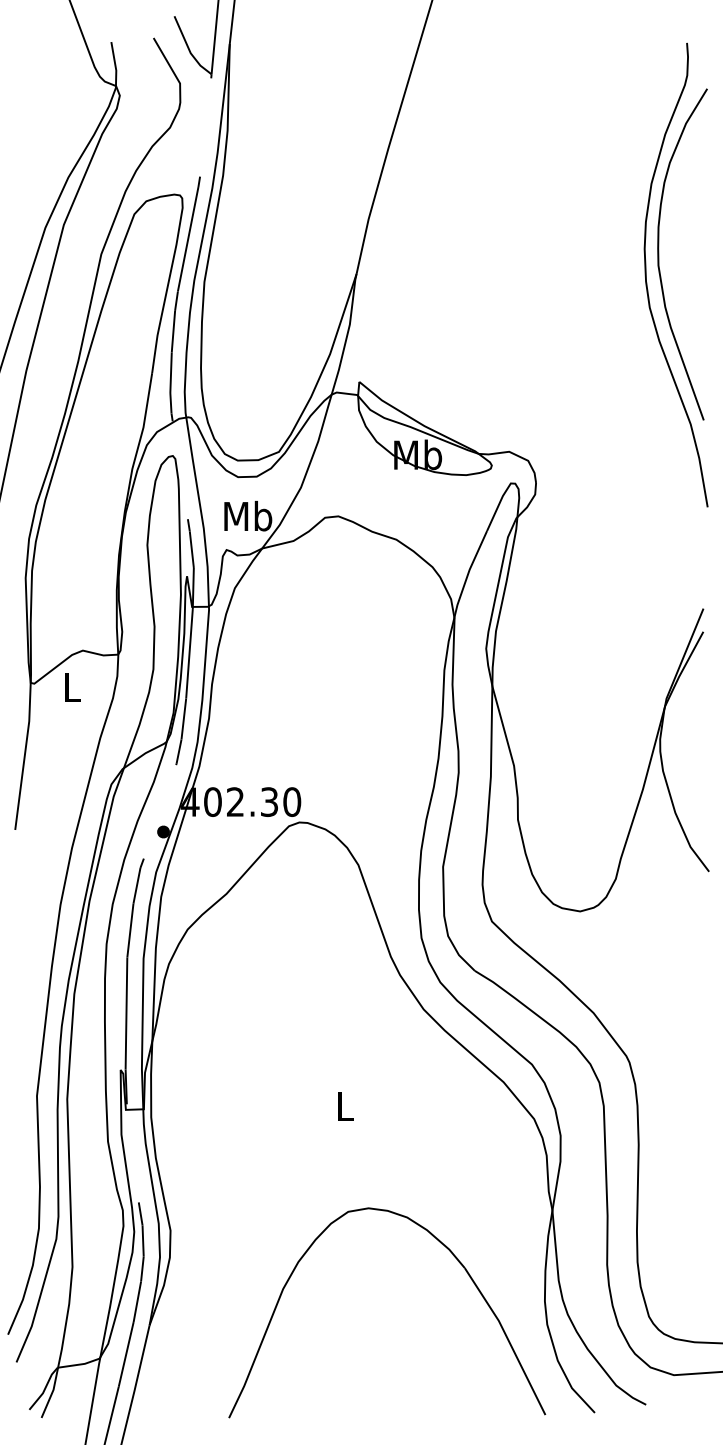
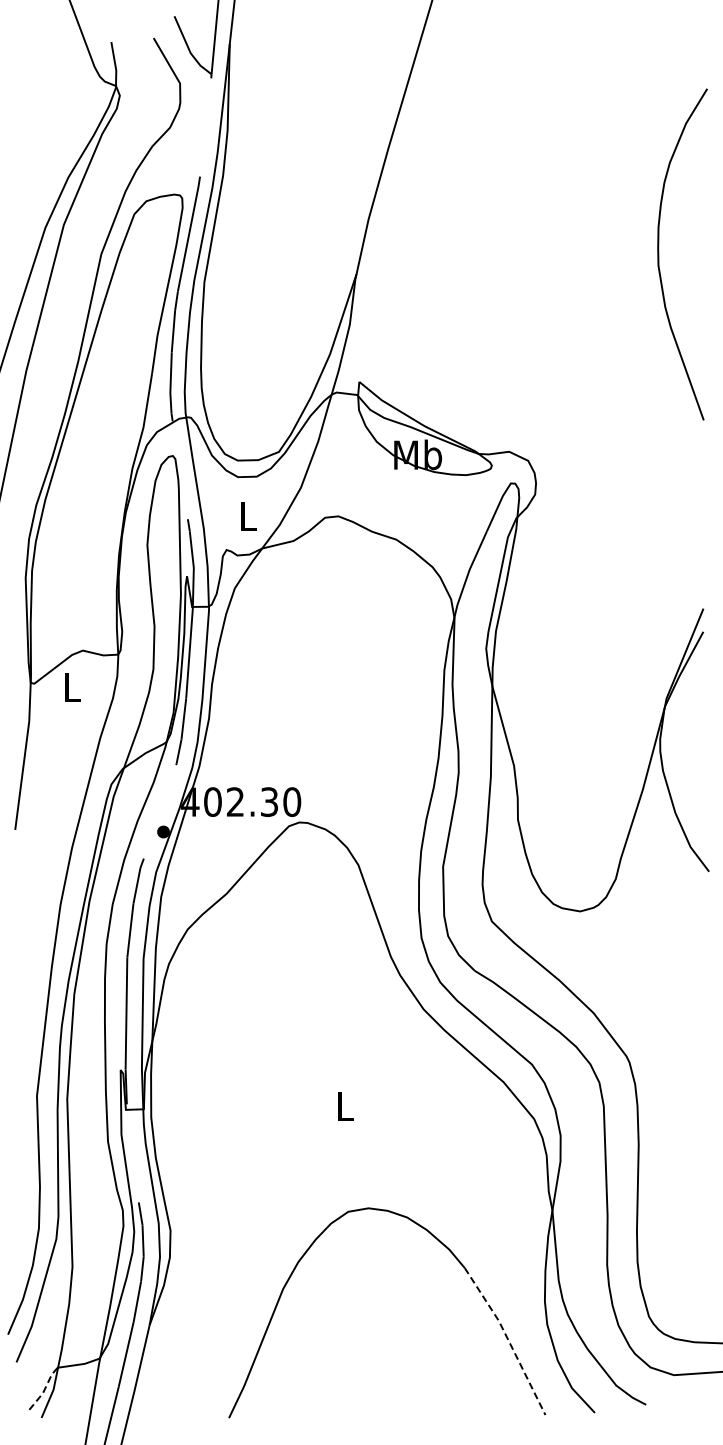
curve at (646, 274): present -> none
text at (248, 515): Mb -> L
line at (508, 1339): solid -> dashed
line at (44, 1389): solid -> dashed
